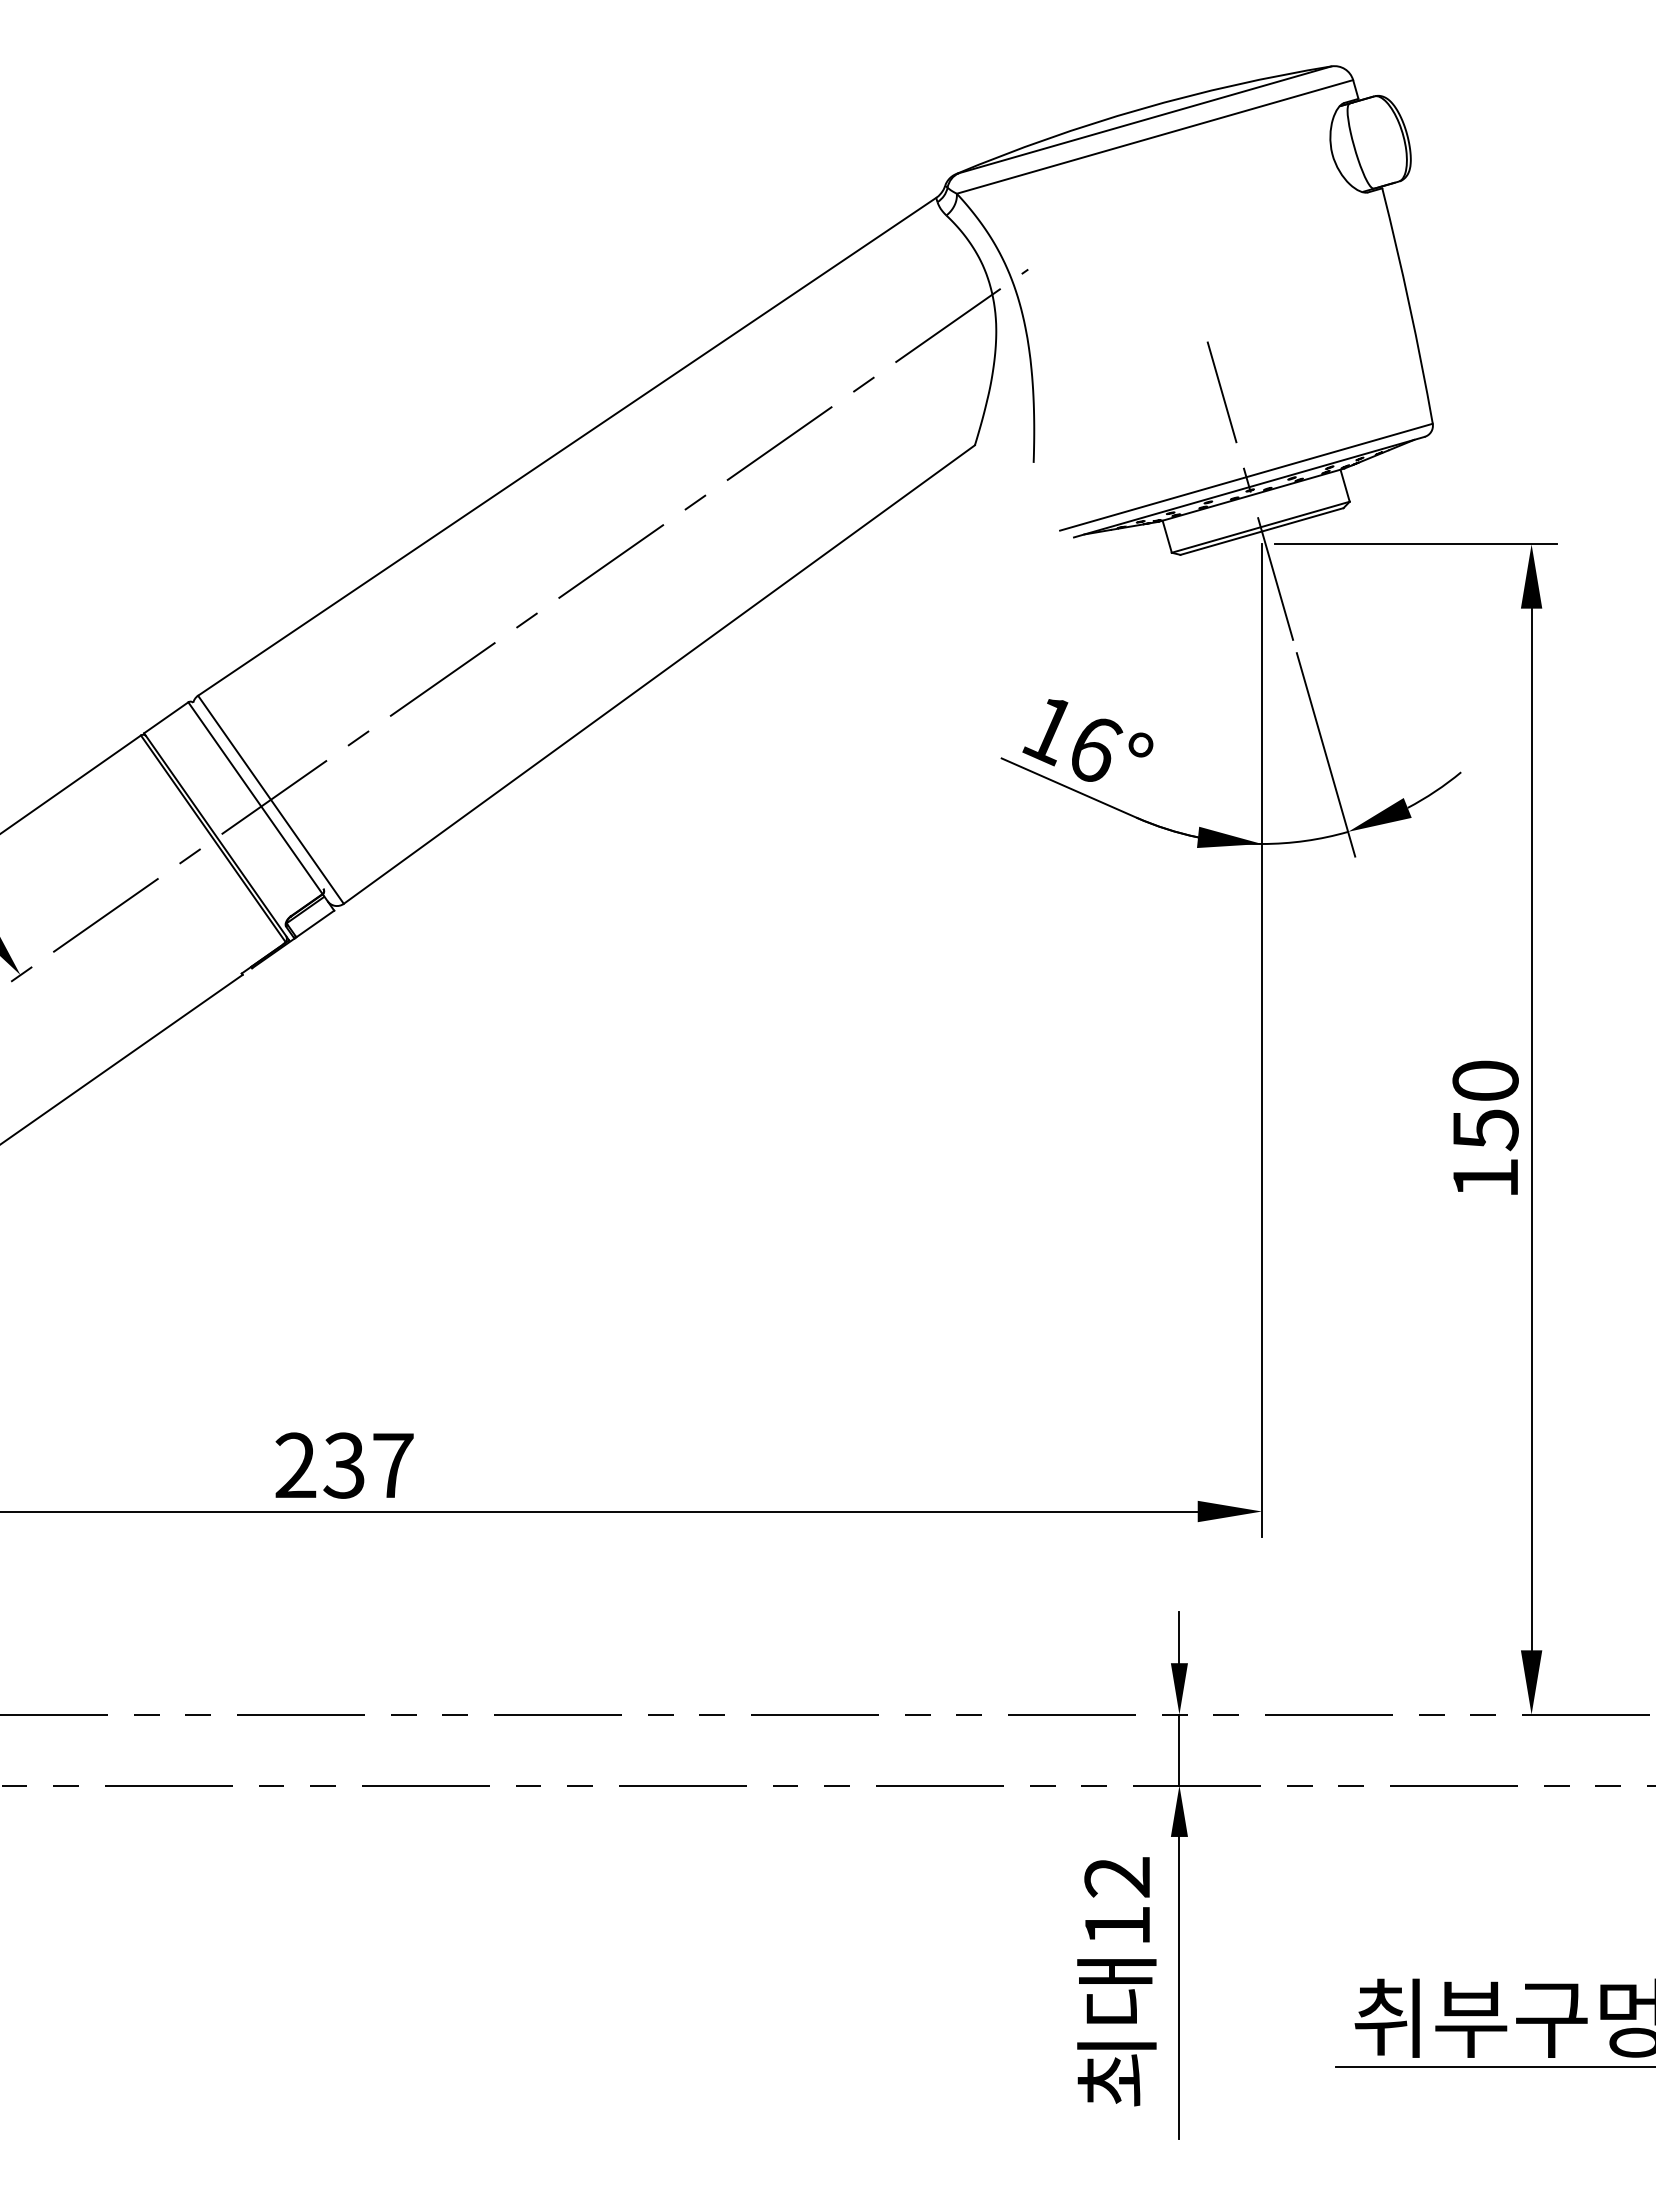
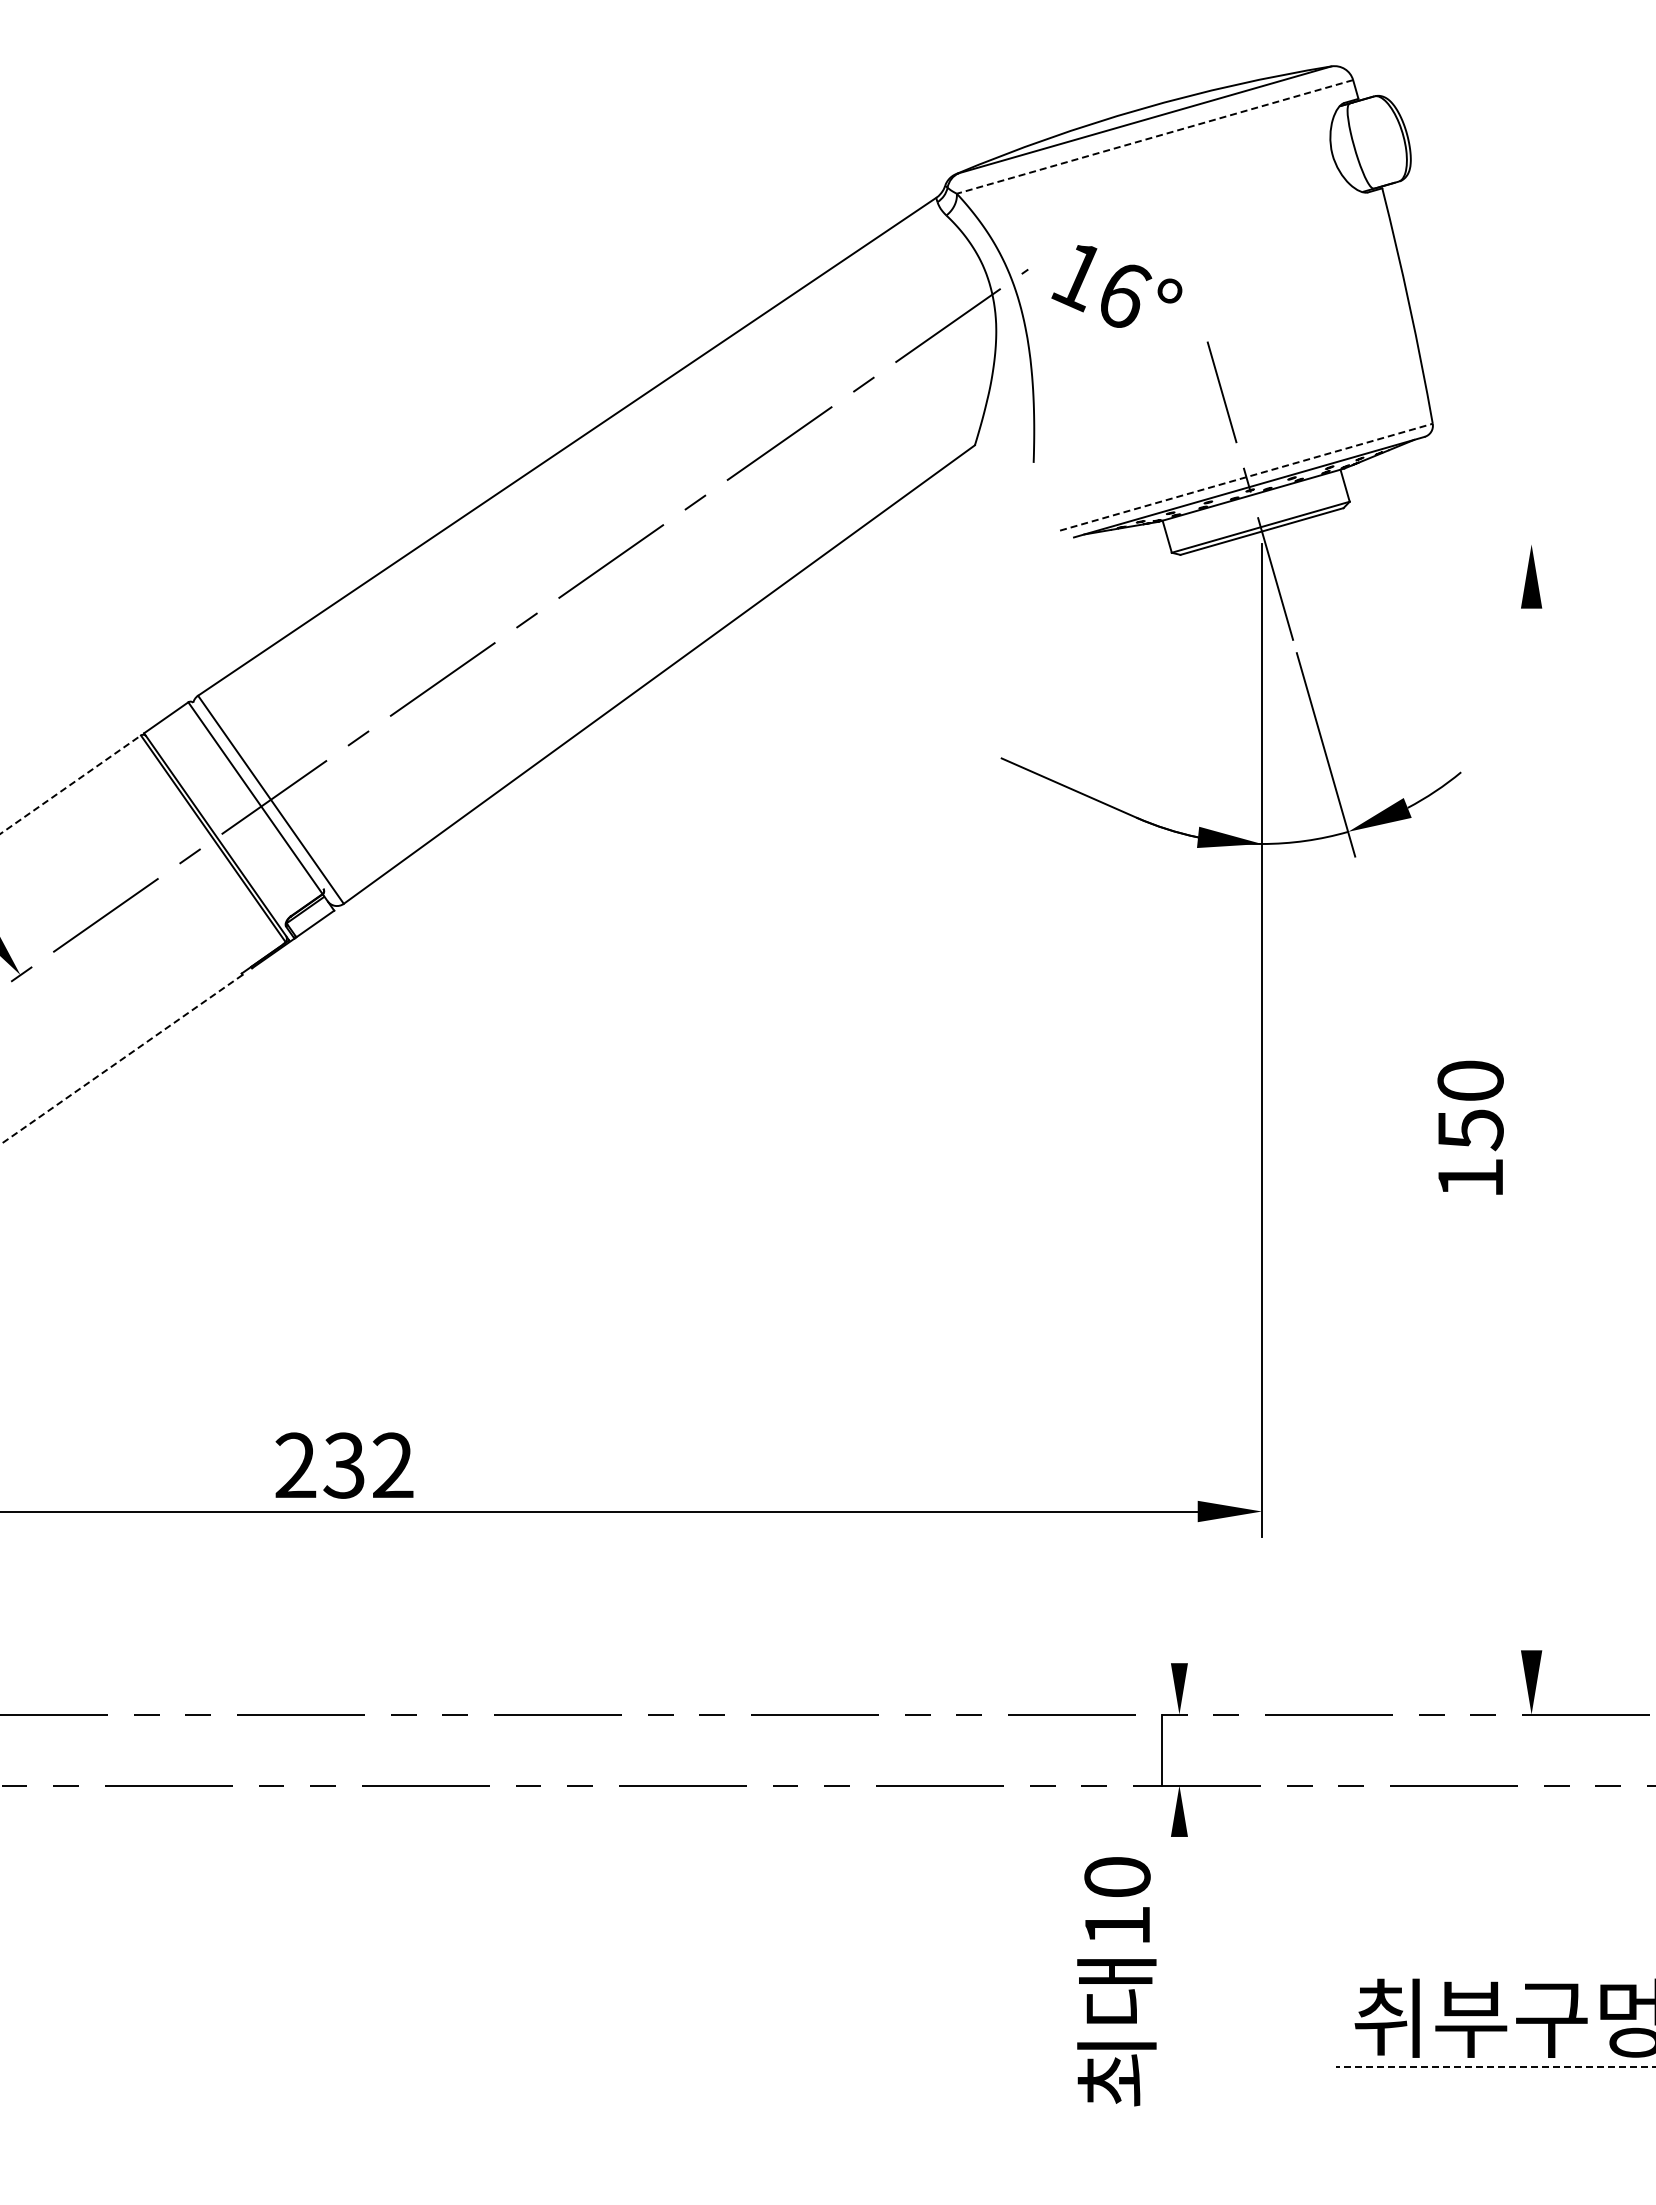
line at (1154, 137): solid -> dashed
line at (1246, 477): solid -> dashed
line at (1415, 544): present -> none
text at (1087, 740) position: (1087, 740) -> (1116, 286)
line at (70, 784): solid -> dashed
line at (121, 1059): solid -> dashed
text at (1485, 1127) position: (1485, 1127) -> (1470, 1127)
line at (1531, 1129): present -> none
text at (393, 1464): 237 -> 232
line at (1179, 1637): present -> none
line at (1179, 1749) position: (1179, 1749) -> (1162, 1749)
text at (1117, 1877): 12 -> 10
line at (1179, 1987): present -> none
line at (1495, 2067): solid -> dashed
